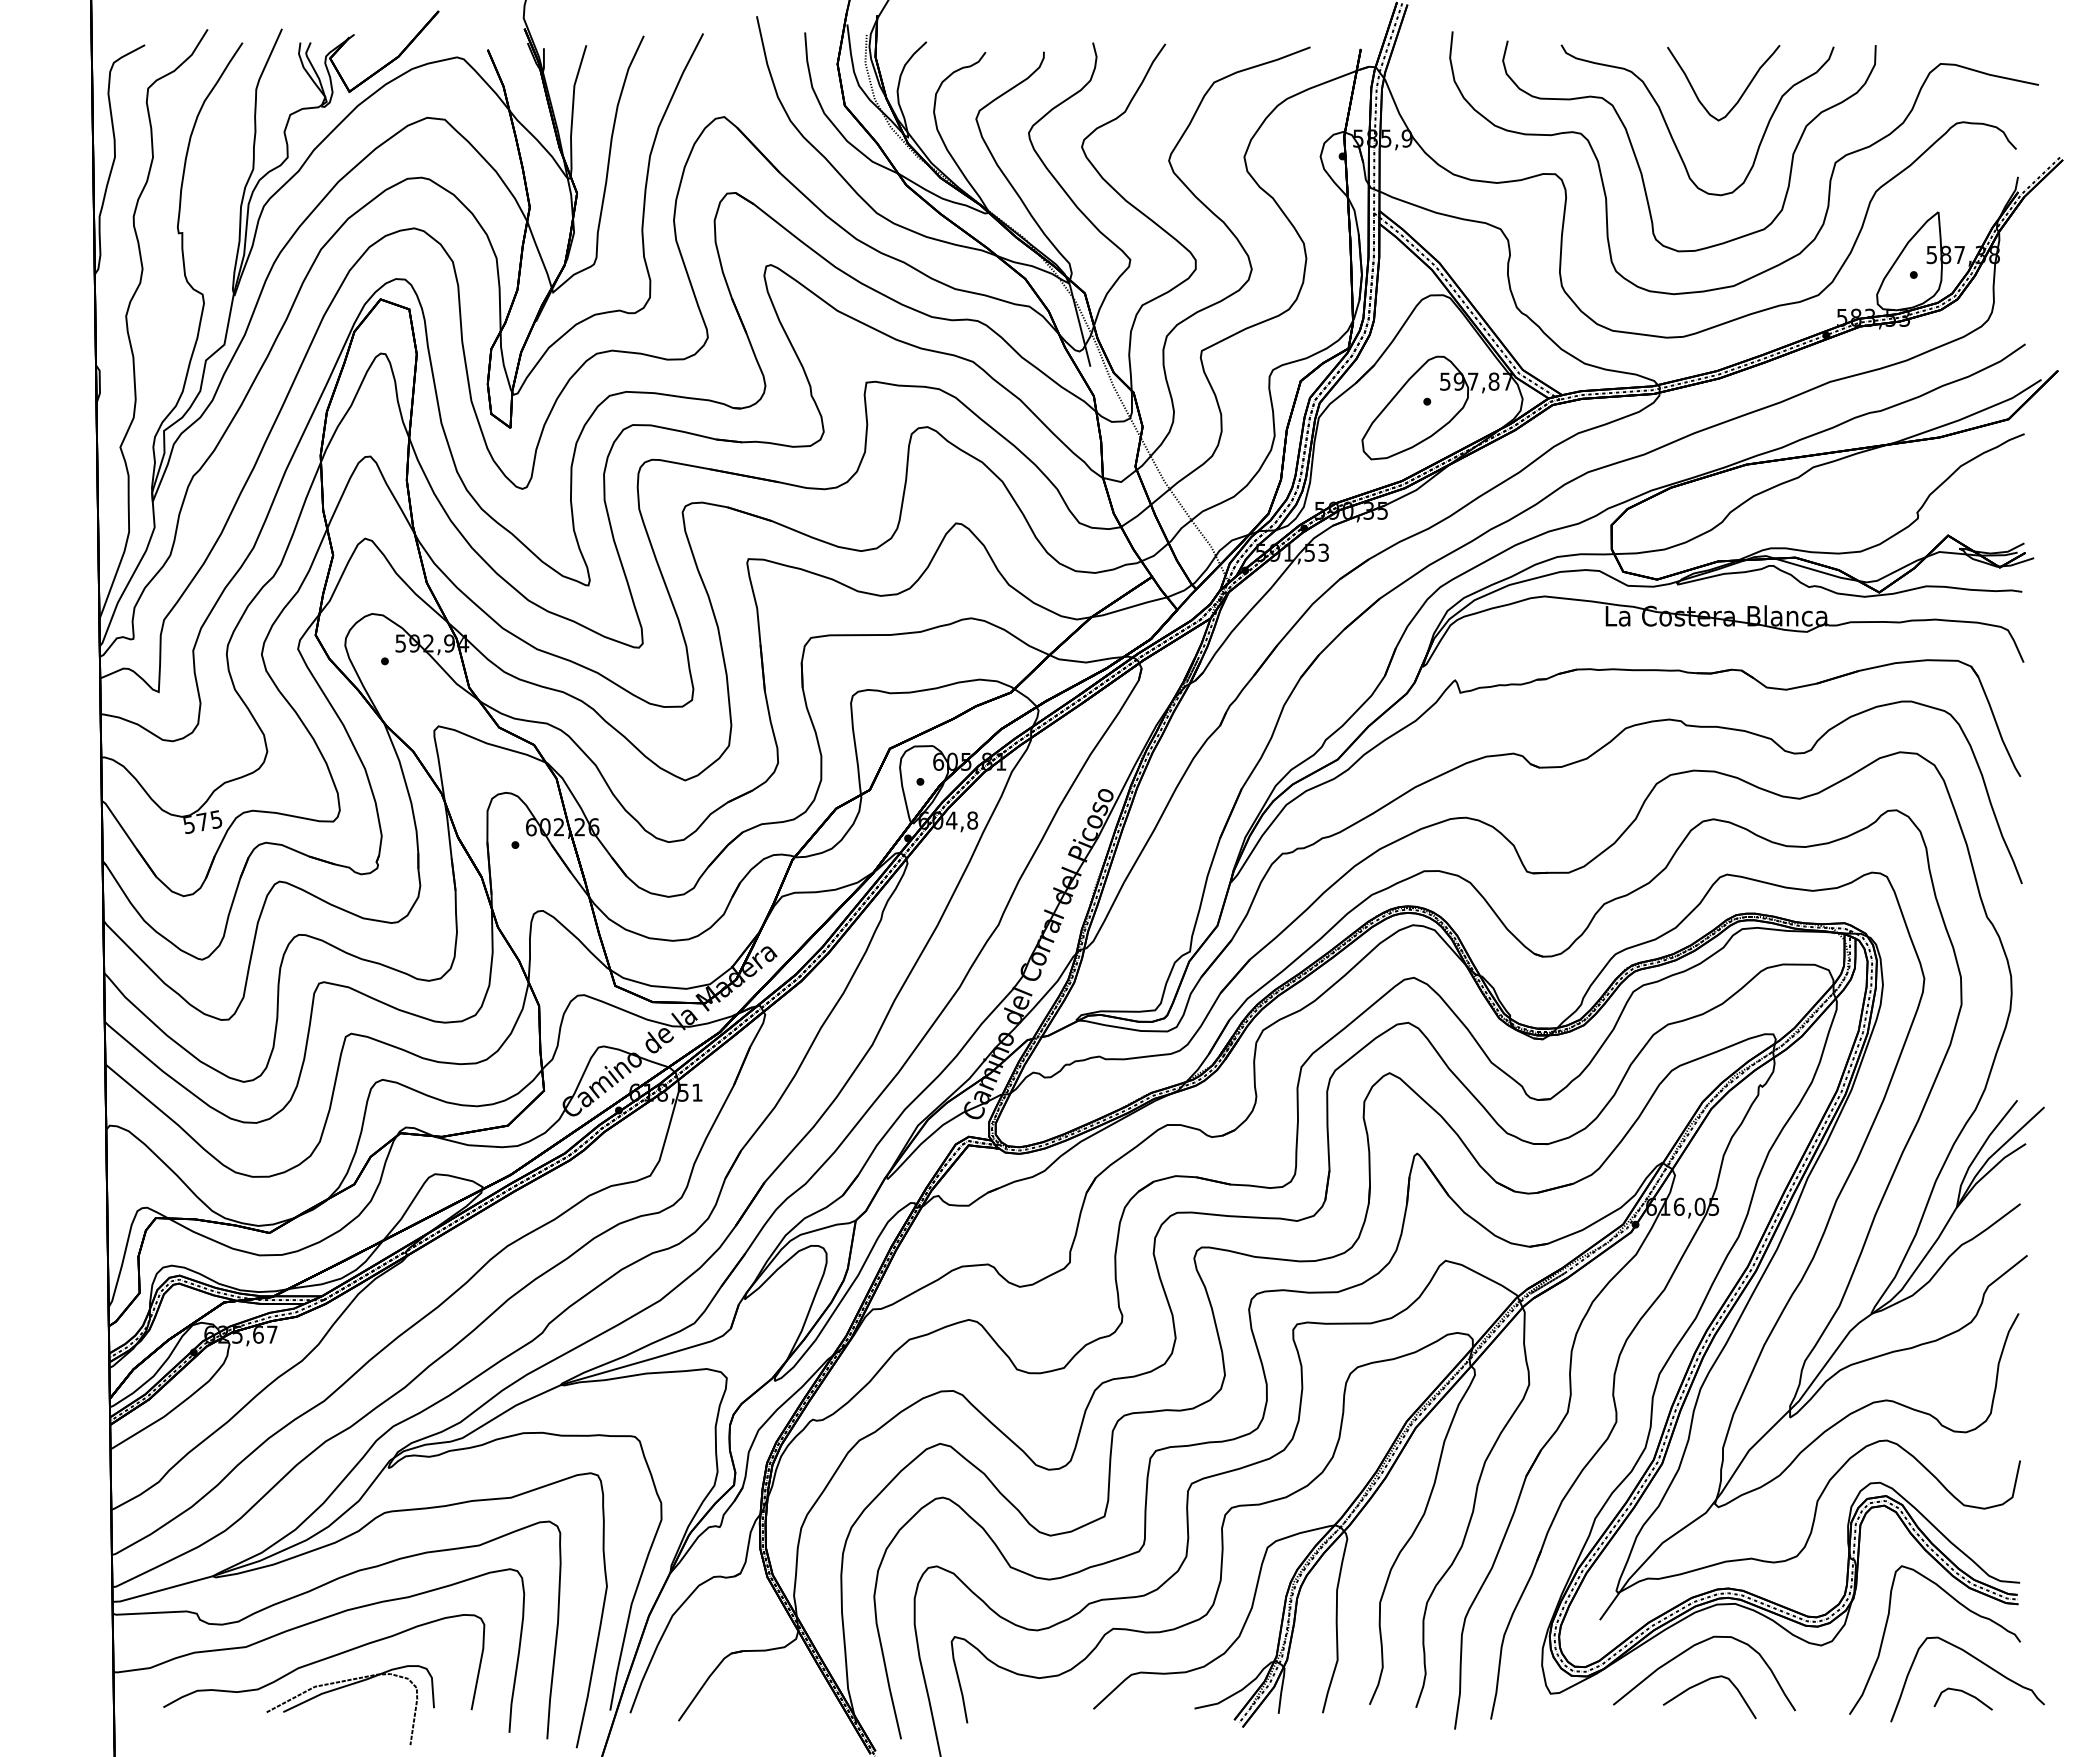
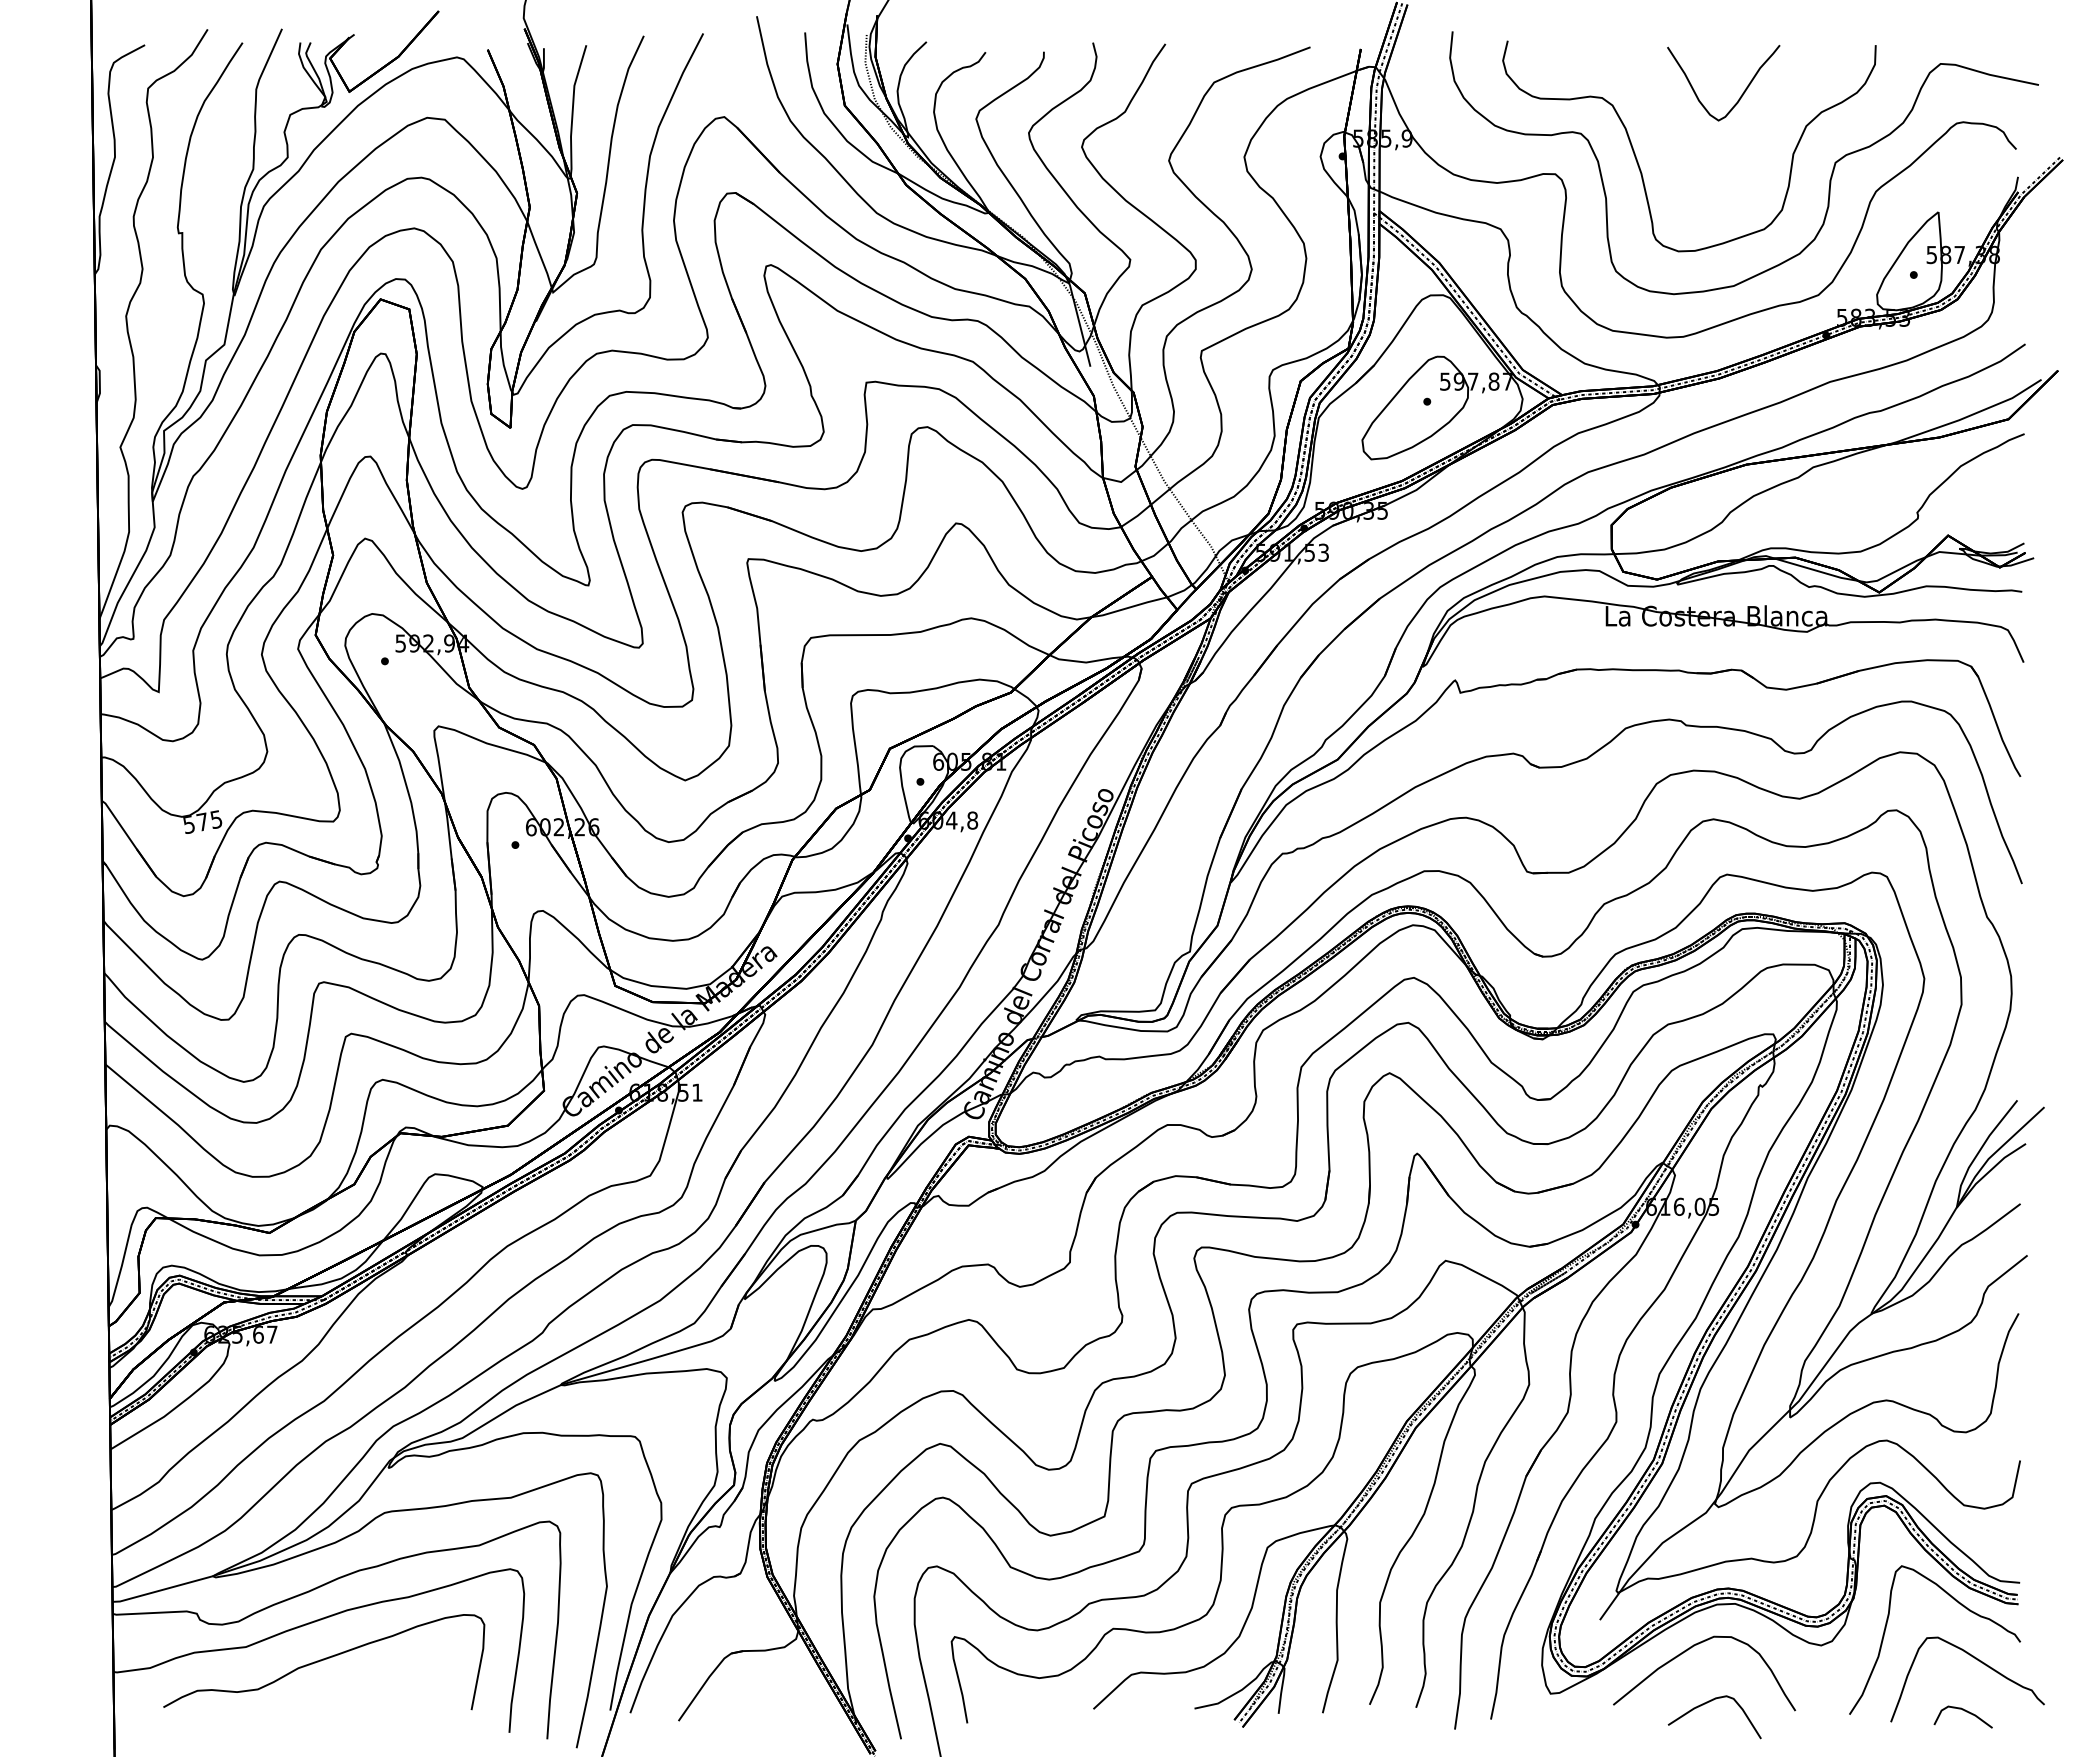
curve at (1671, 133): present -> none
curve at (1702, 1683) position: (1702, 1683) -> (1707, 1703)
part at (345, 1687): present -> none
curve at (1964, 1693) position: (1964, 1693) -> (1964, 1711)
